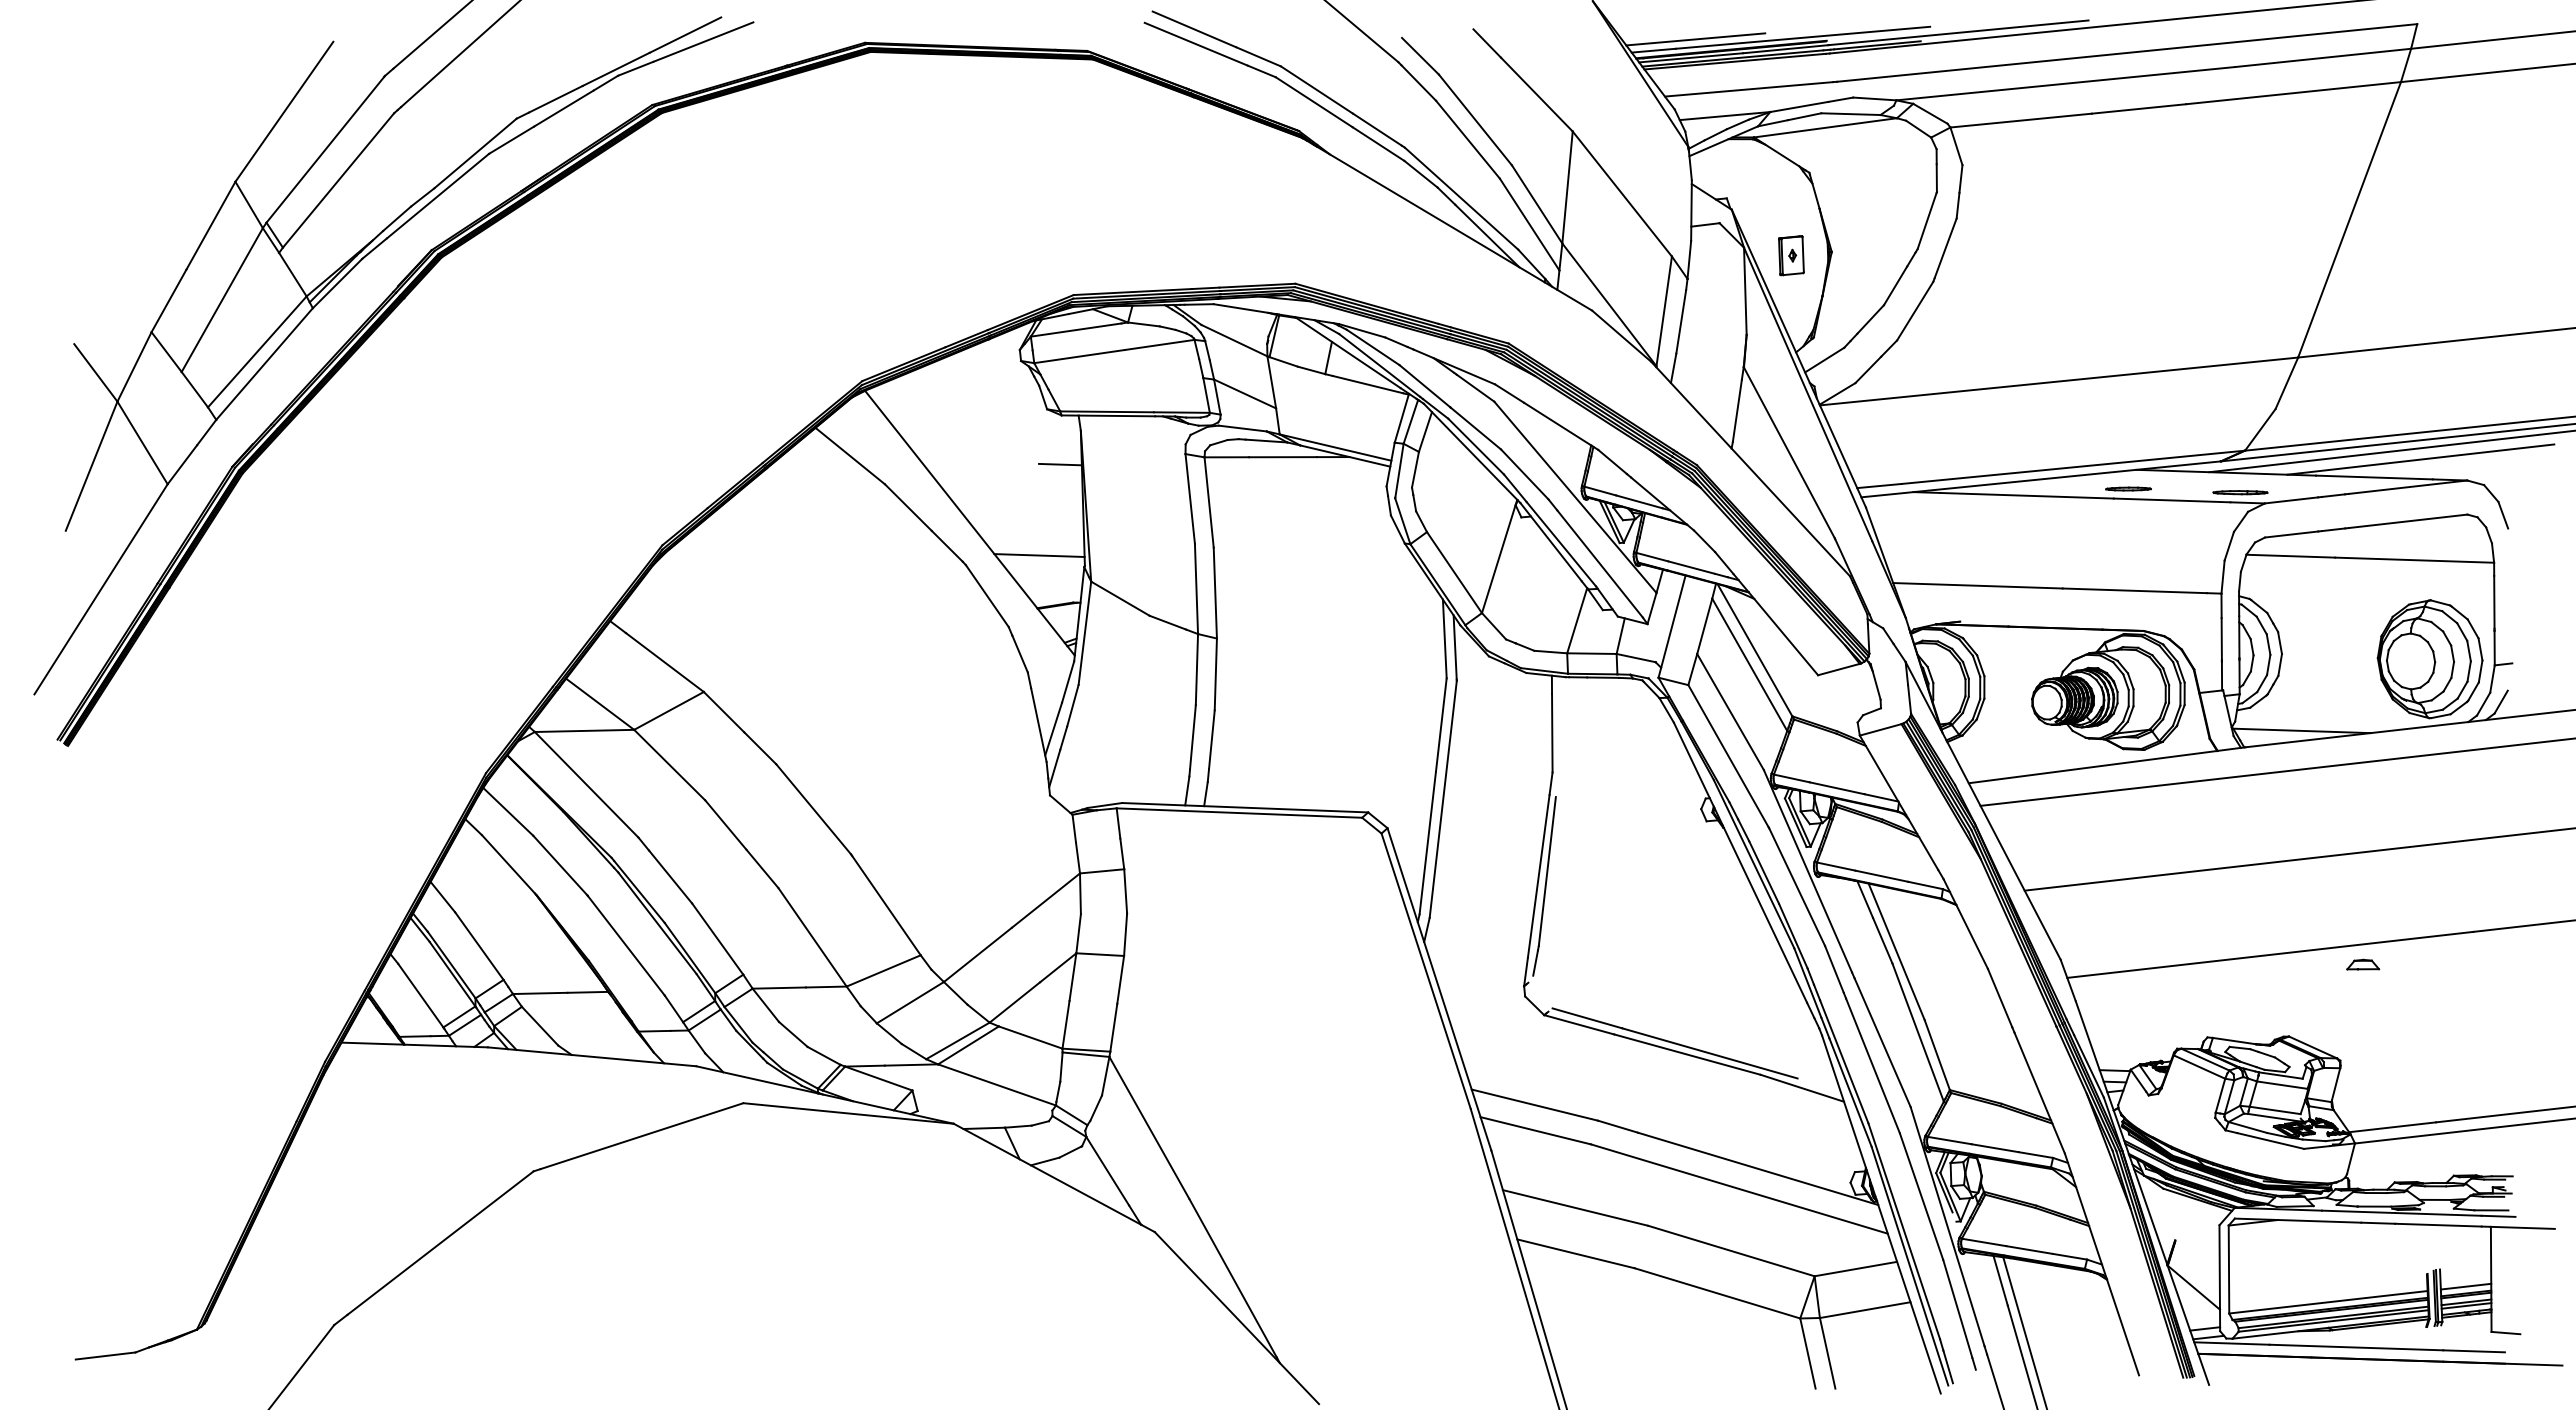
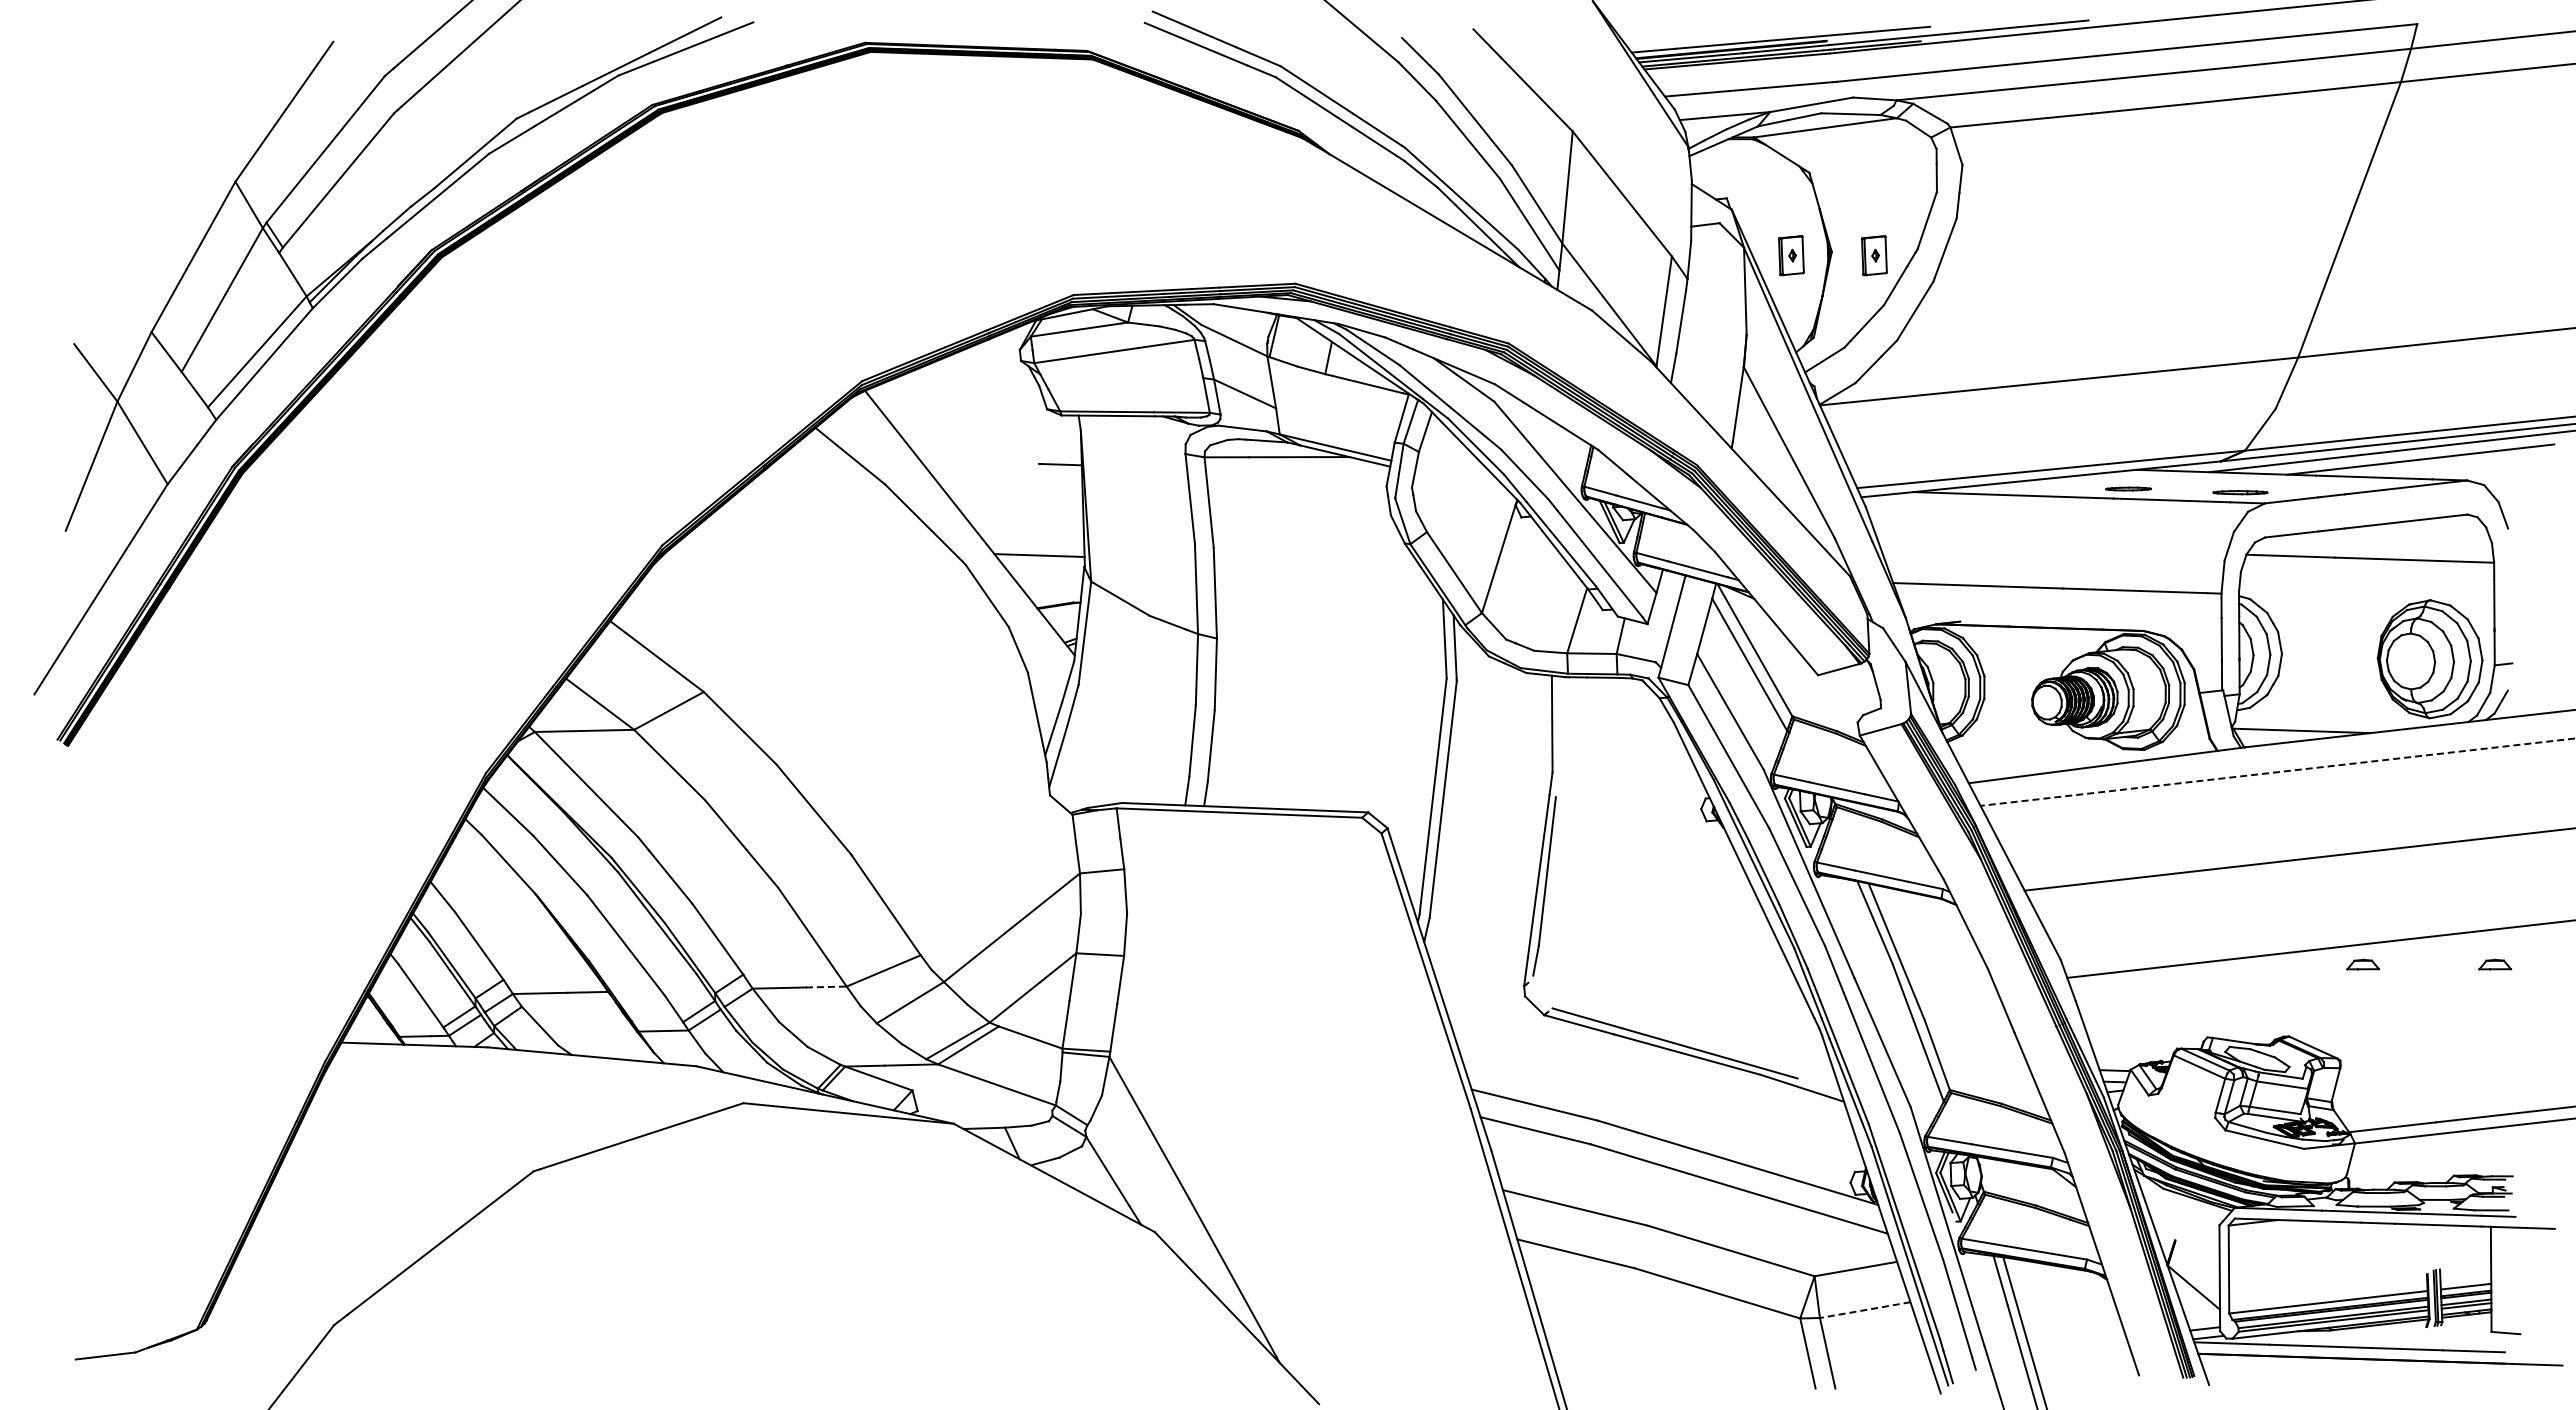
line at (1695, 39): present -> none
part at (1874, 255): none -> present
line at (2277, 772): solid -> dashed
part at (2495, 964): none -> present
line at (826, 987): solid -> dashed
line at (1865, 1310): solid -> dashed
